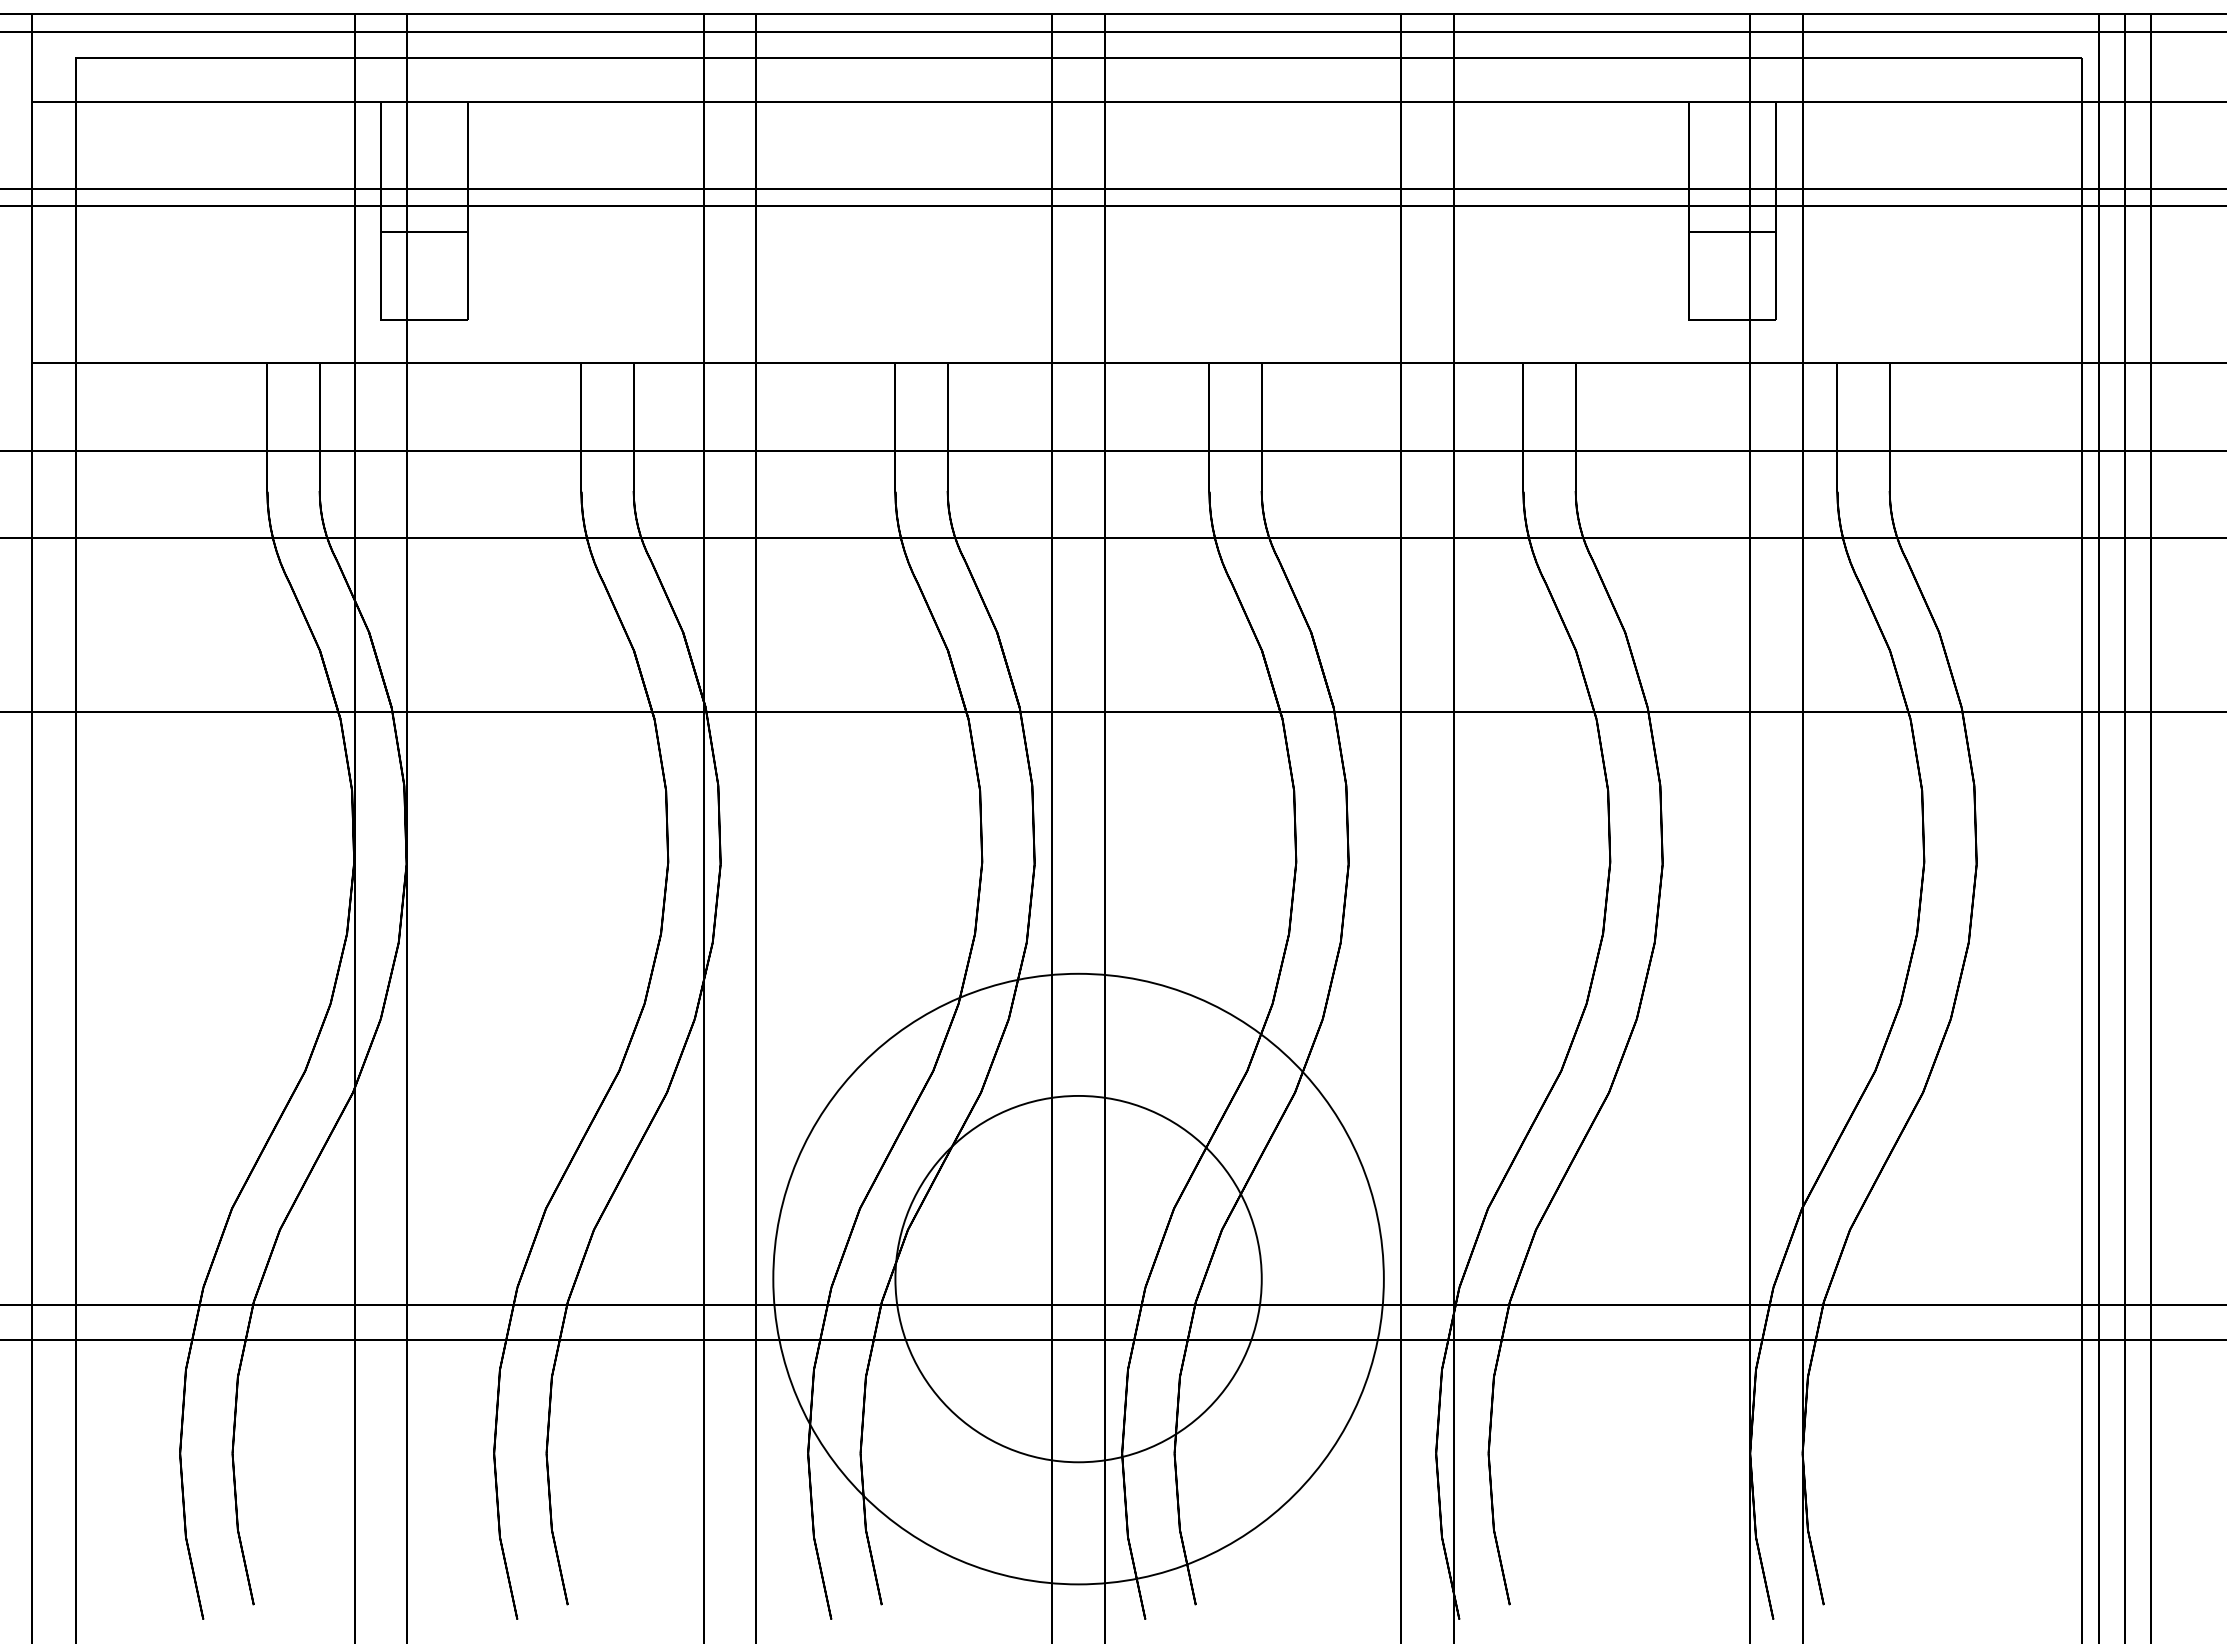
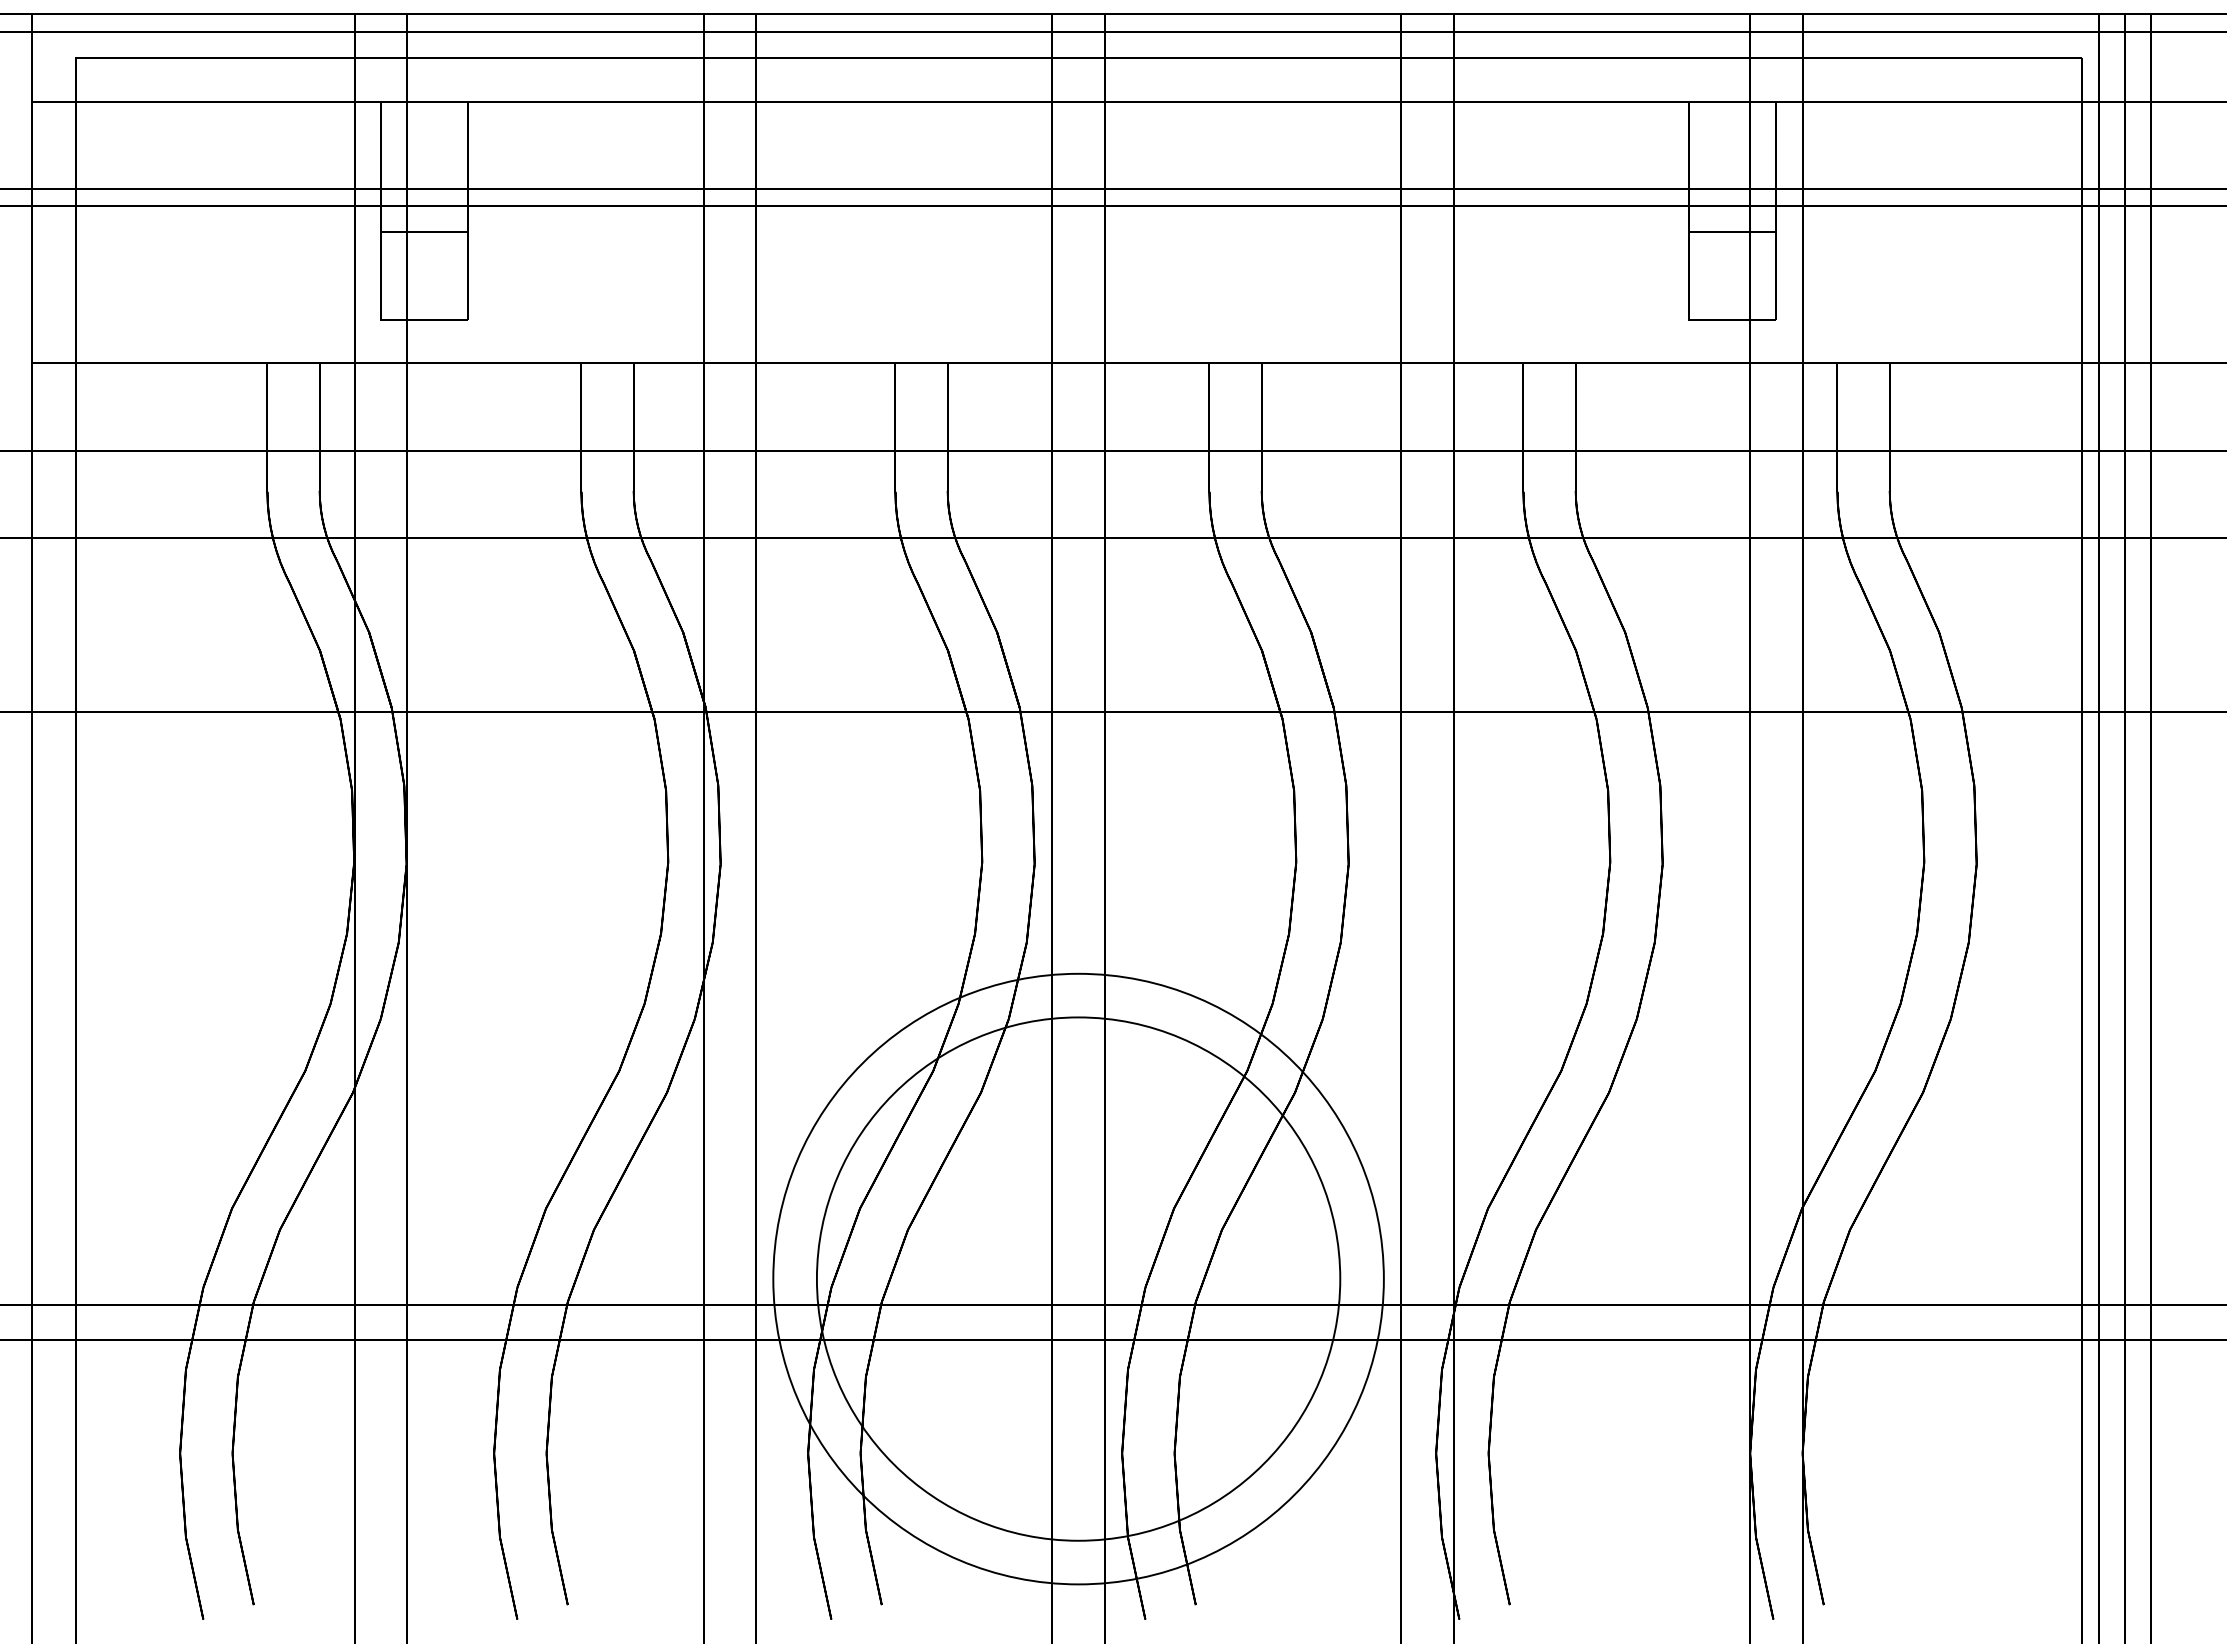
circle at (1078, 1278) diameter: 366 px -> 523 px
